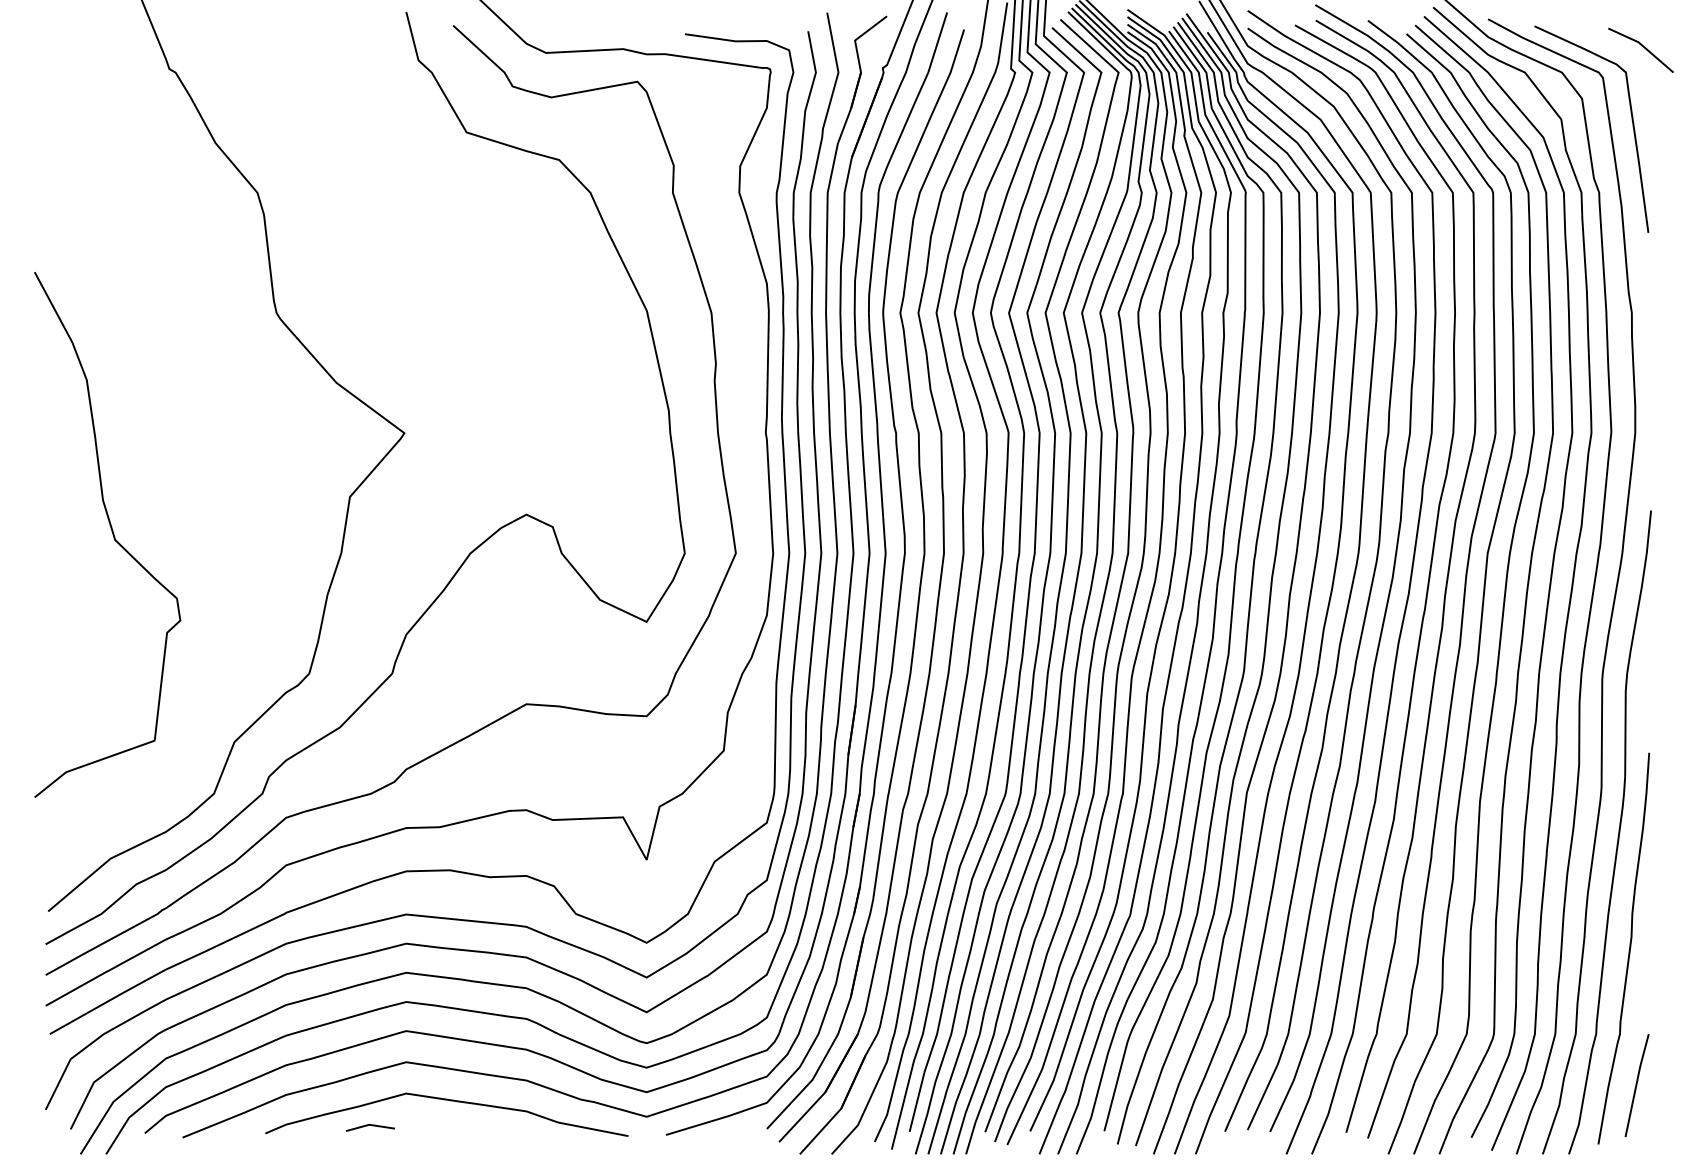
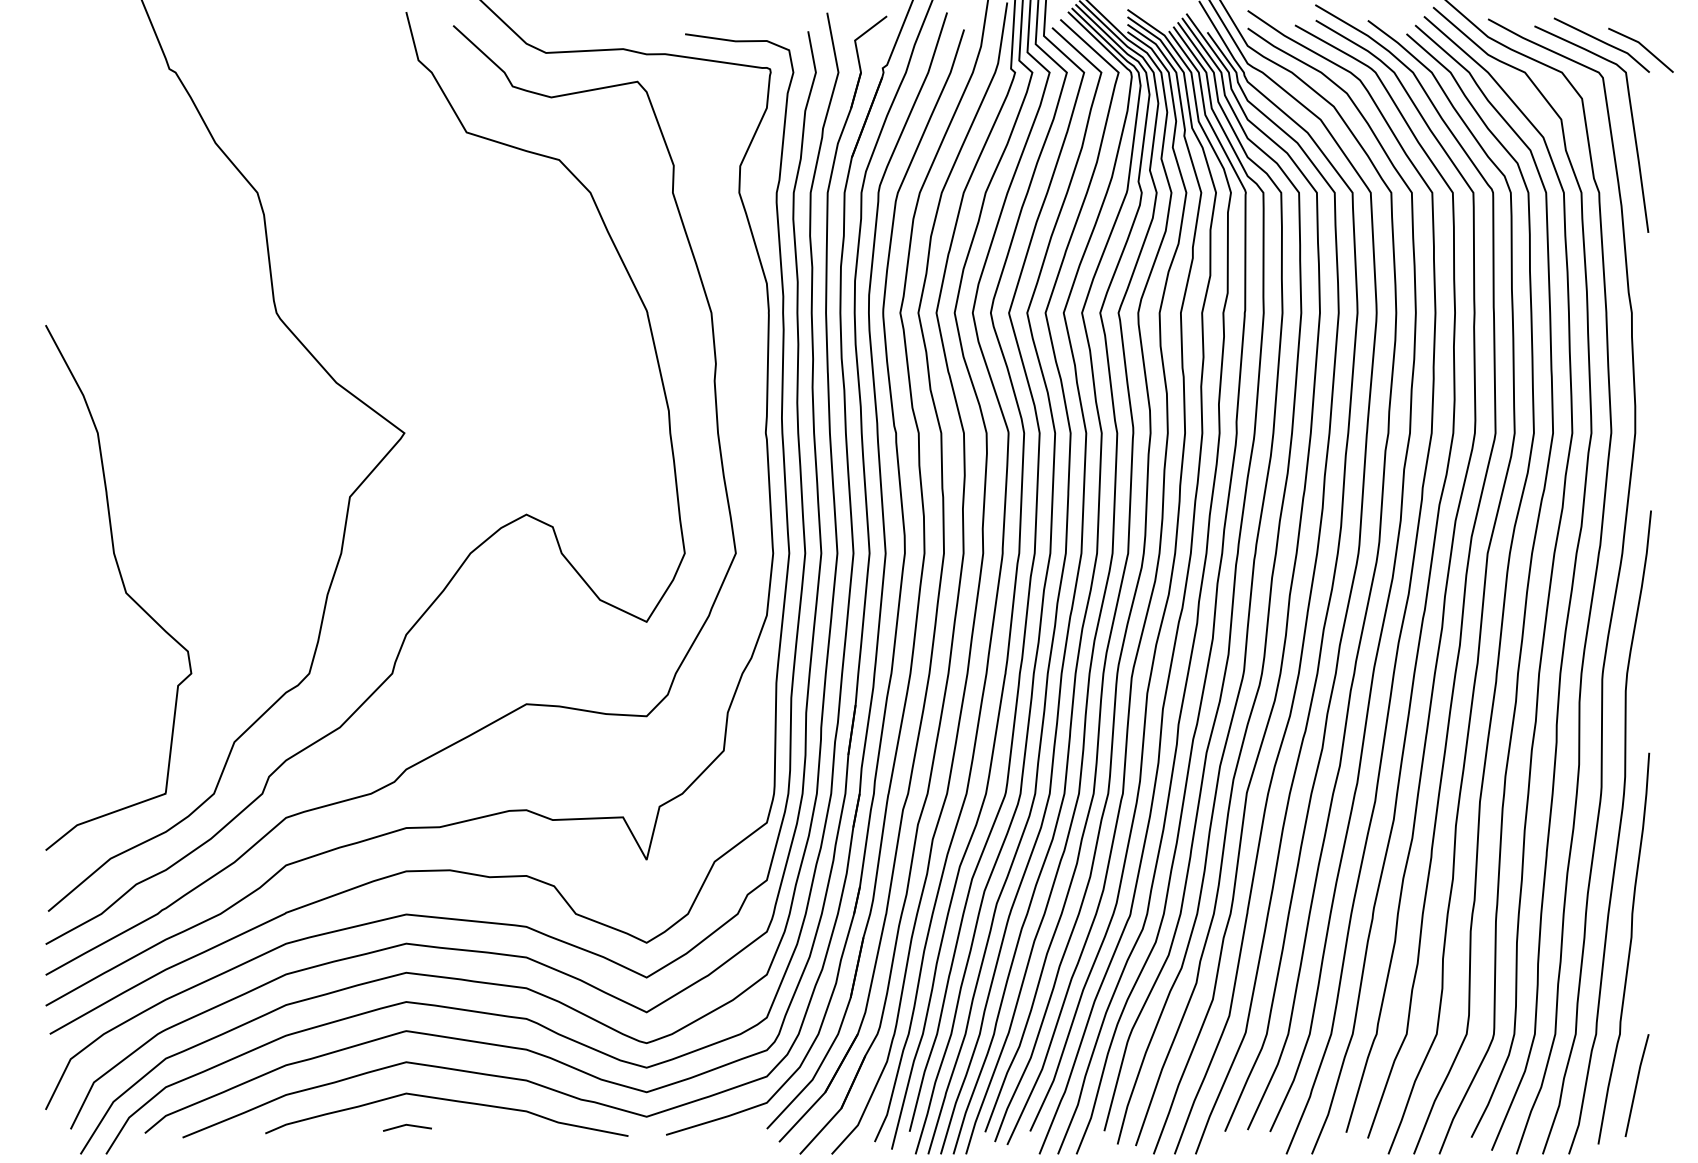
line at (1601, 42): none -> present
curve at (111, 531) position: (111, 531) -> (122, 584)
line at (370, 1125) position: (370, 1125) -> (407, 1125)
